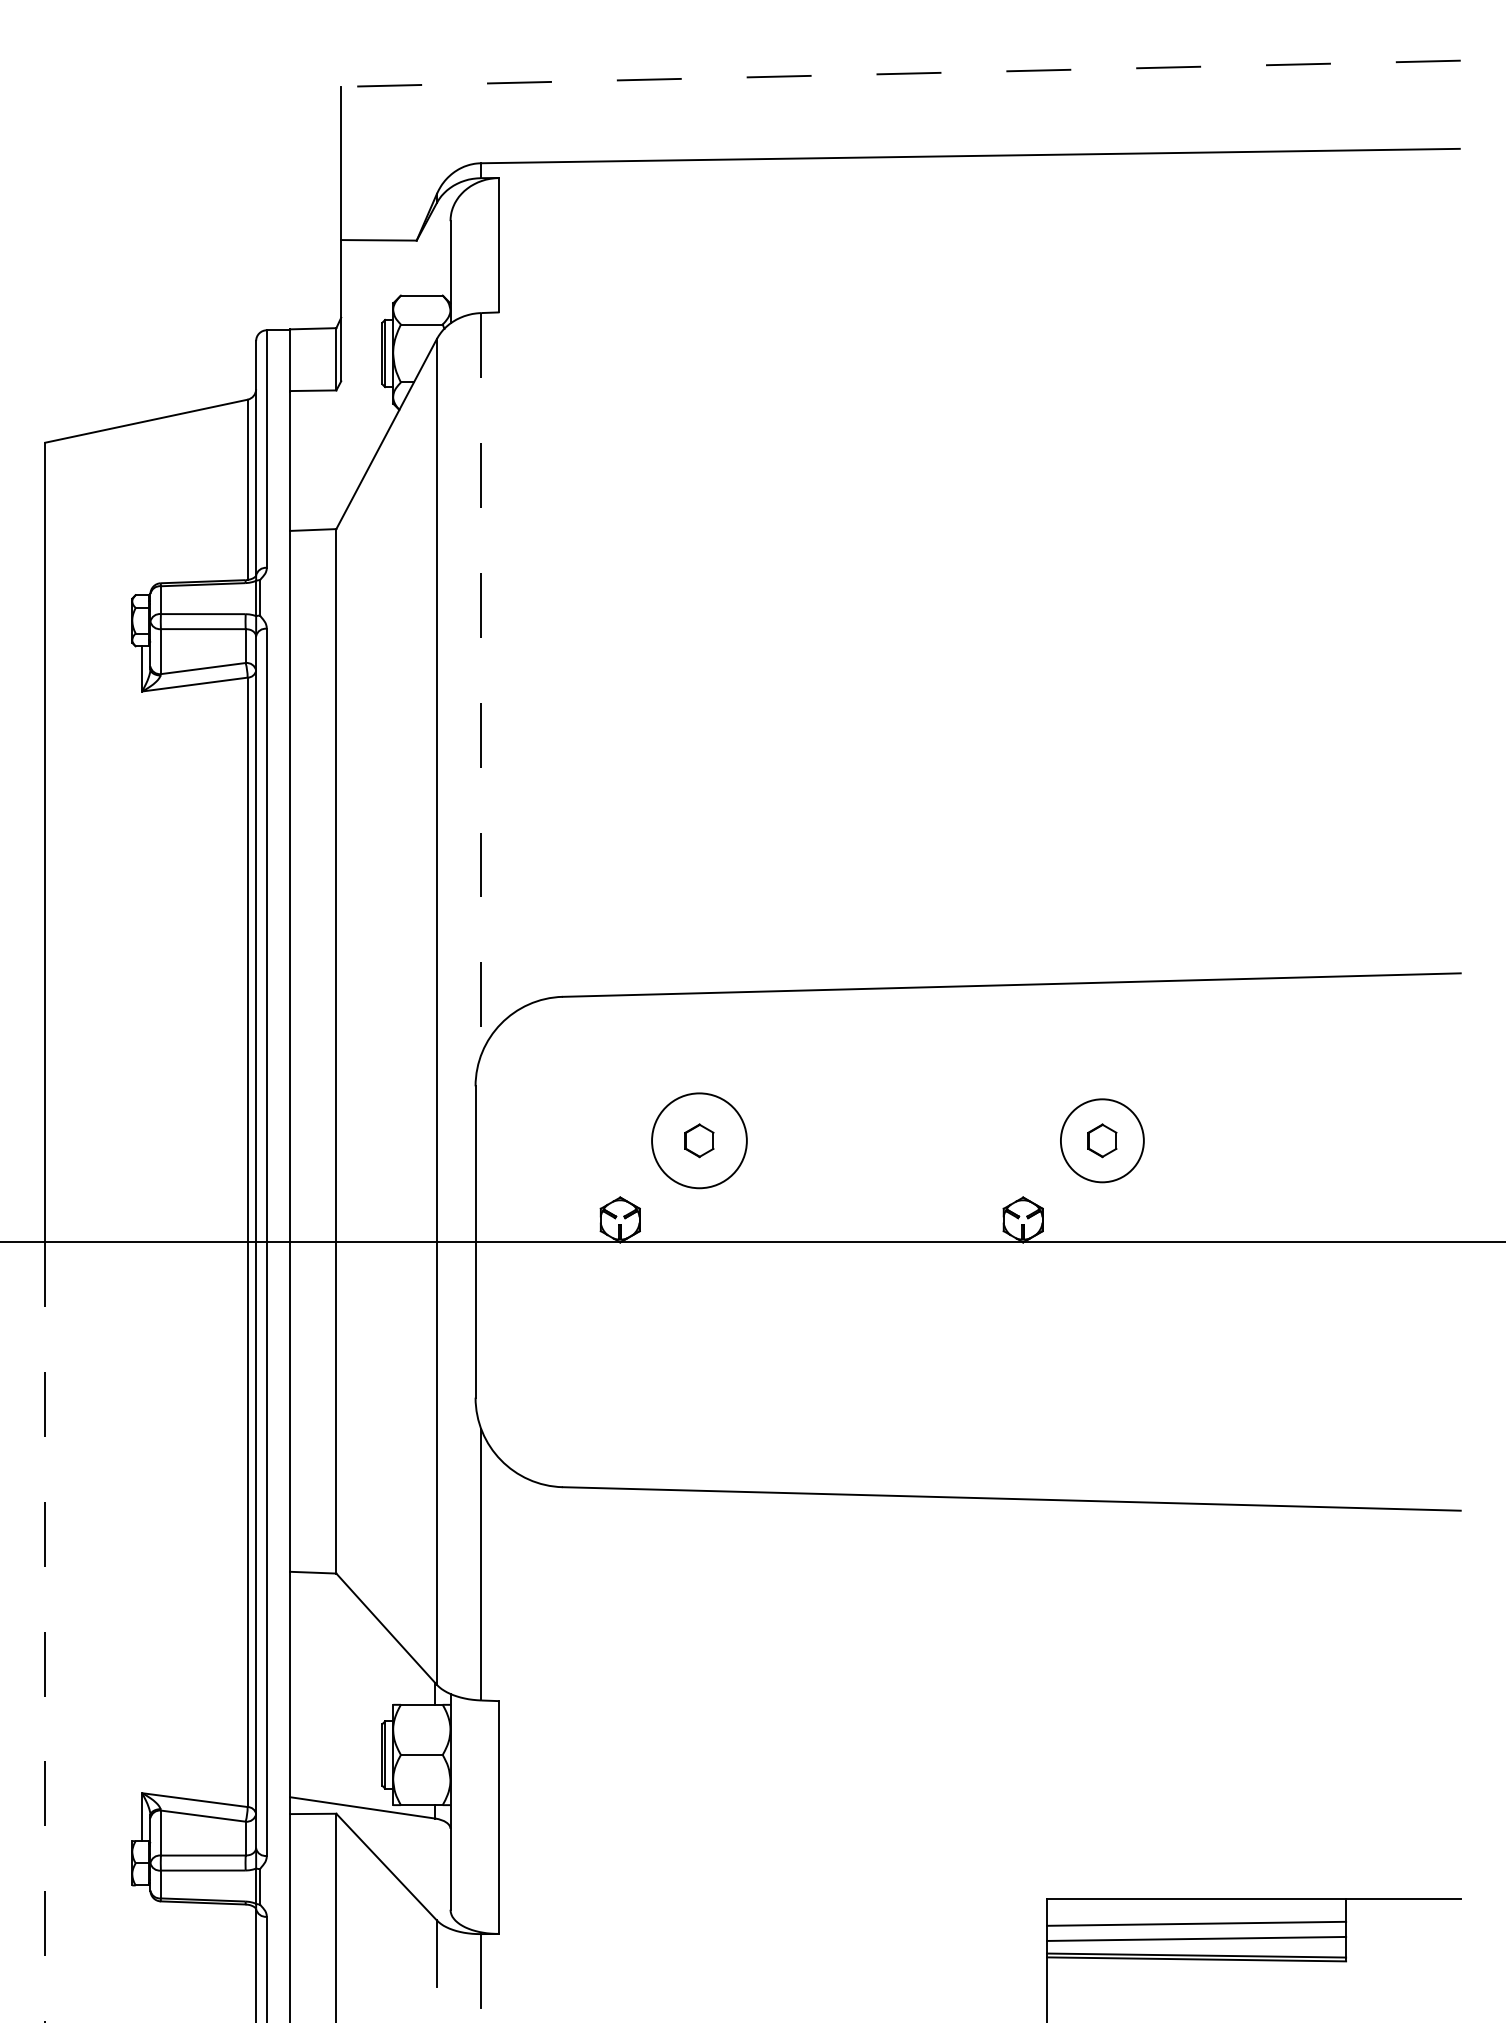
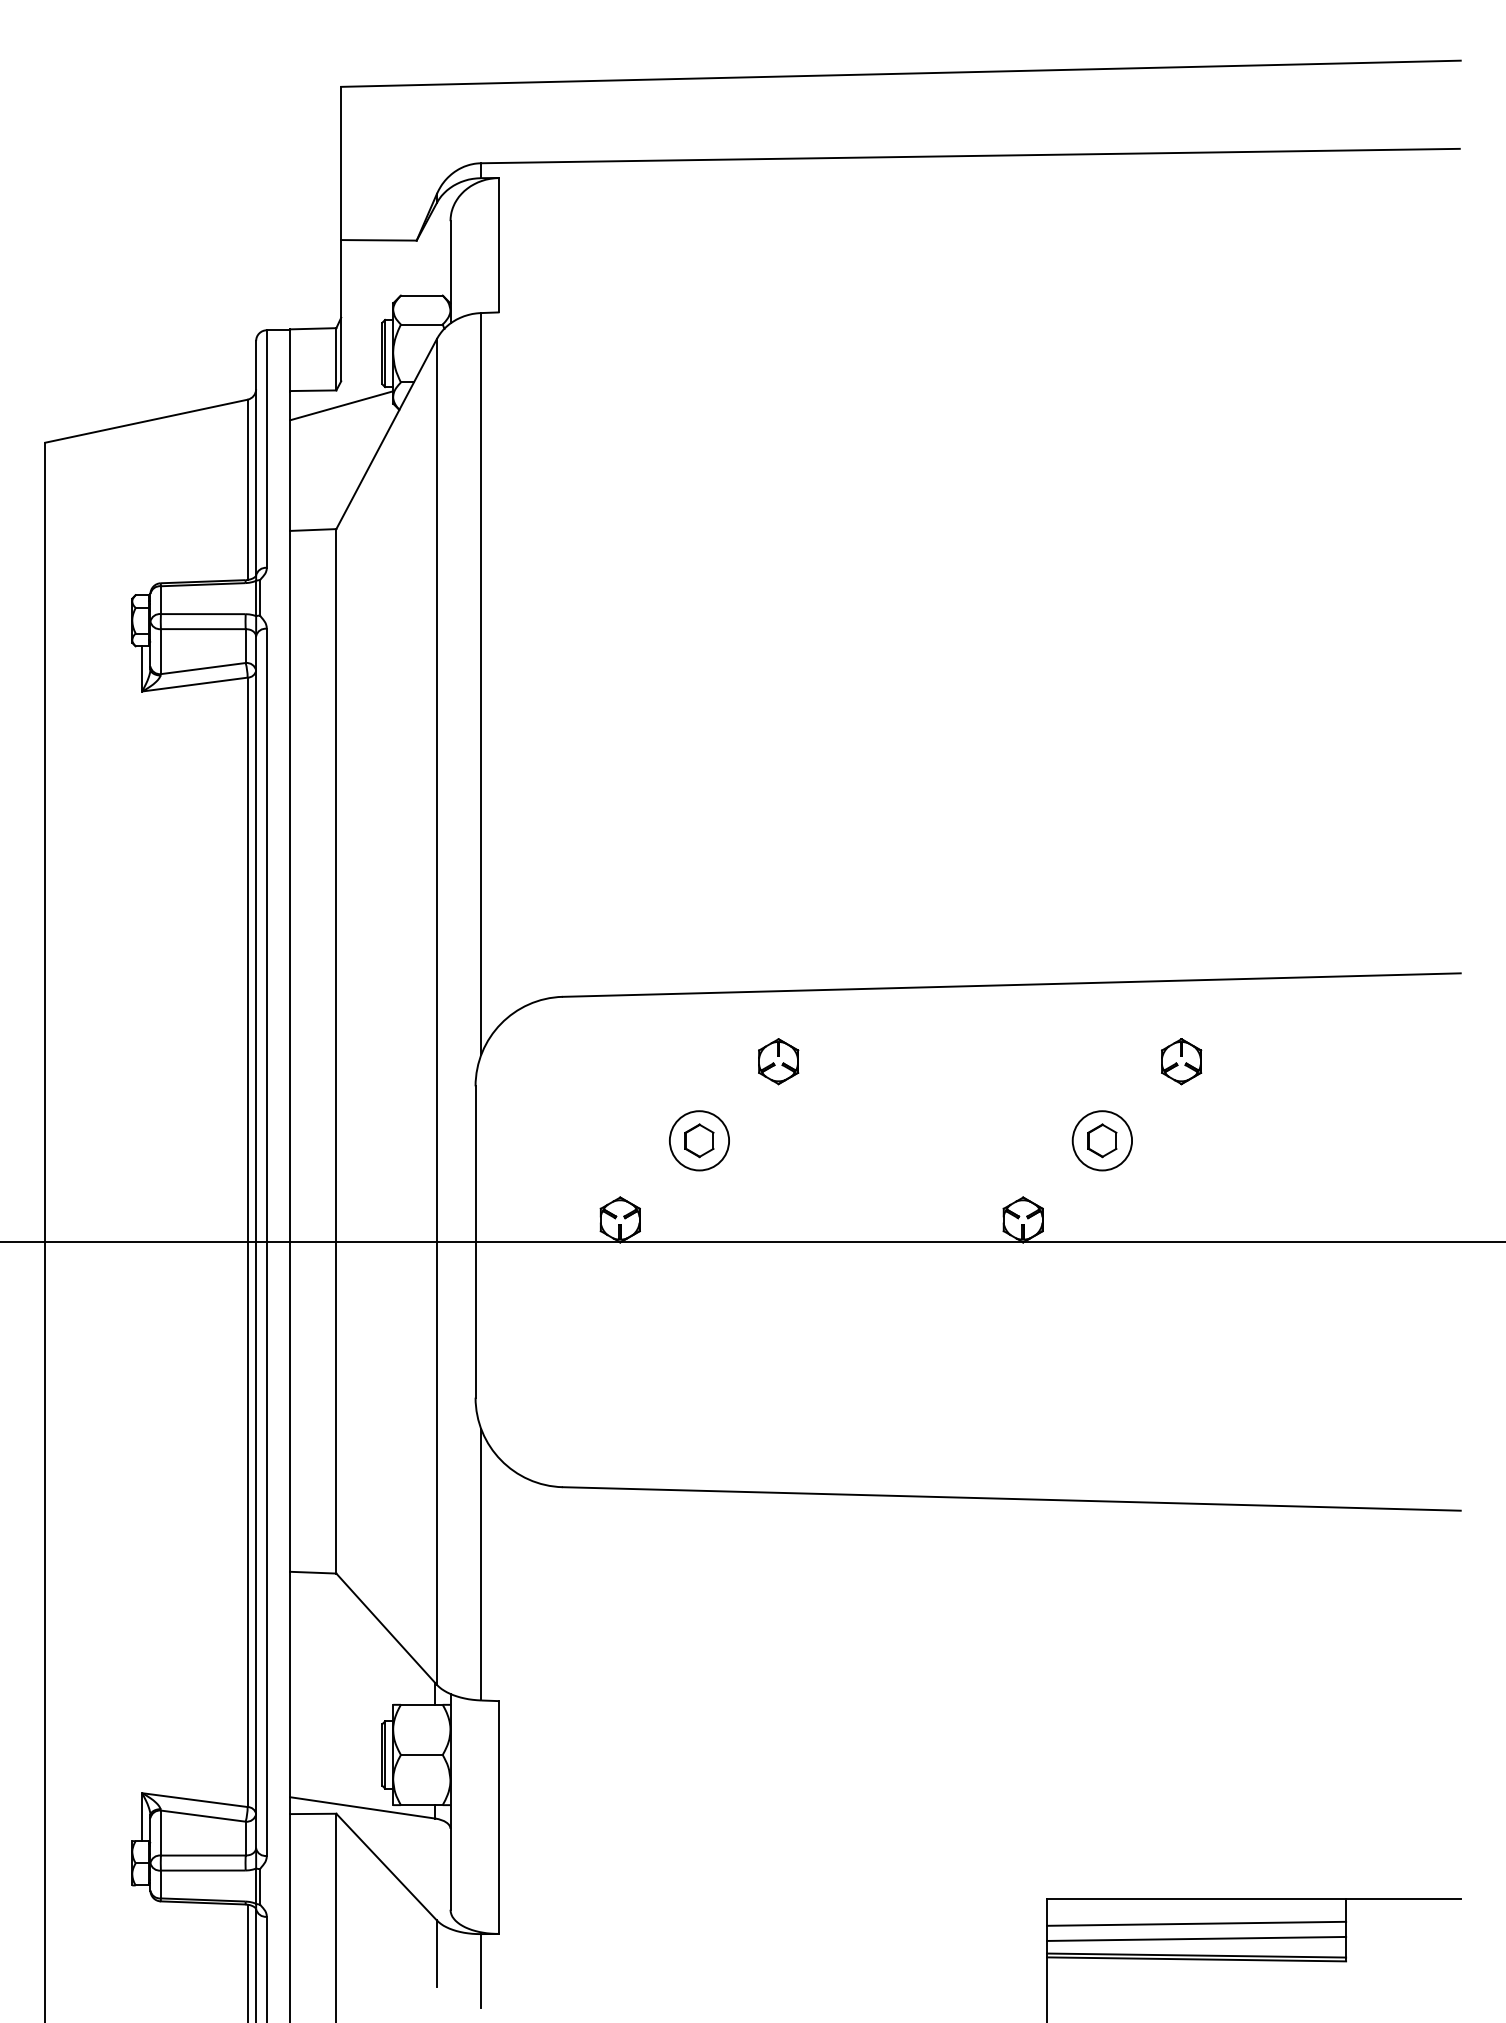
line at (900, 73): dashed -> solid
line at (341, 405): none -> present
line at (481, 684): dashed -> solid
part at (778, 1061): none -> present
part at (1181, 1061): none -> present
circle at (699, 1140) diameter: 95 px -> 59 px
circle at (1101, 1140) diameter: 83 px -> 59 px
line at (45, 1632): dashed -> solid
line at (247, 1962): none -> present
